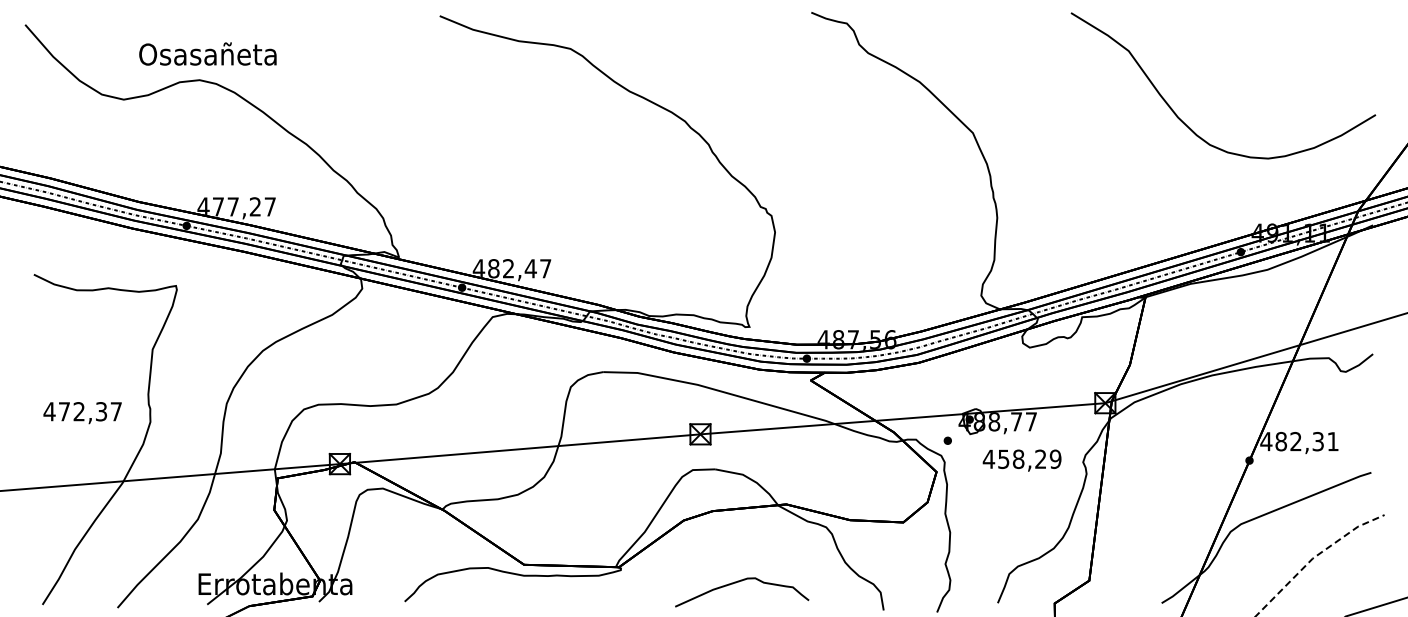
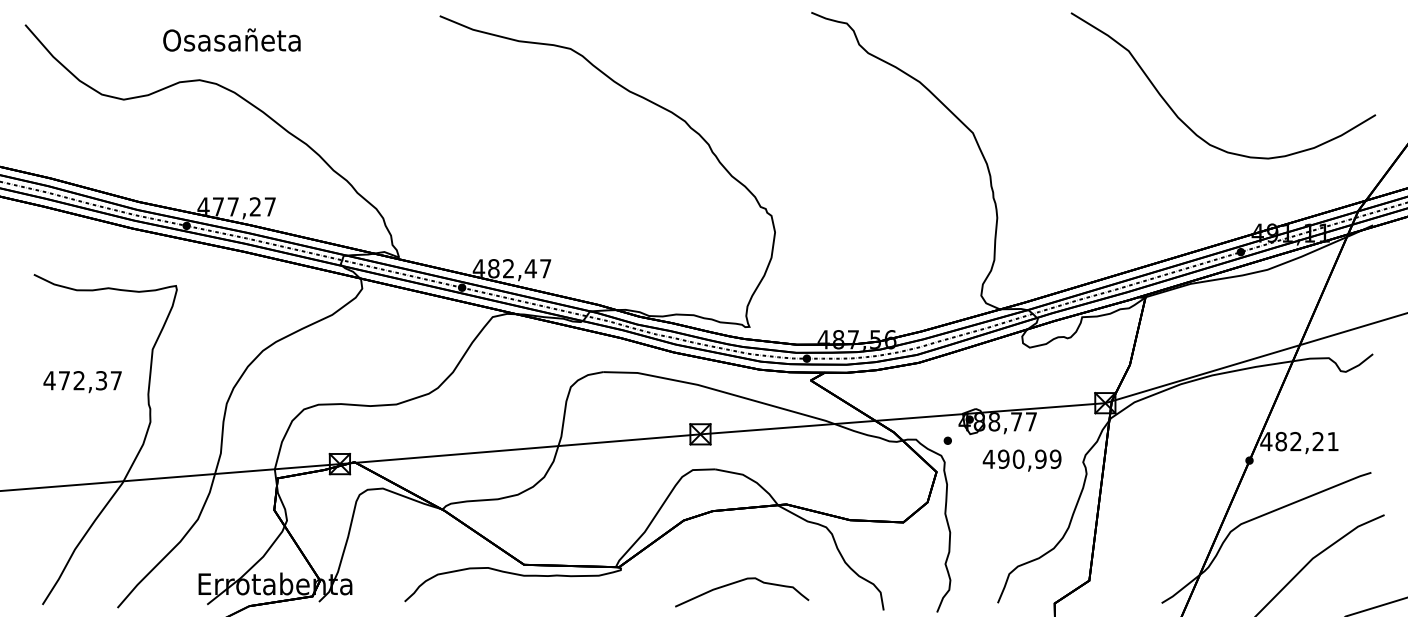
text at (207, 53) position: (207, 53) -> (231, 39)
text at (82, 413) position: (82, 413) -> (82, 382)
text at (1317, 441): 482,31 -> 482,21
text at (1022, 459): 458,29 -> 490,99
line at (1314, 557): dashed -> solid
